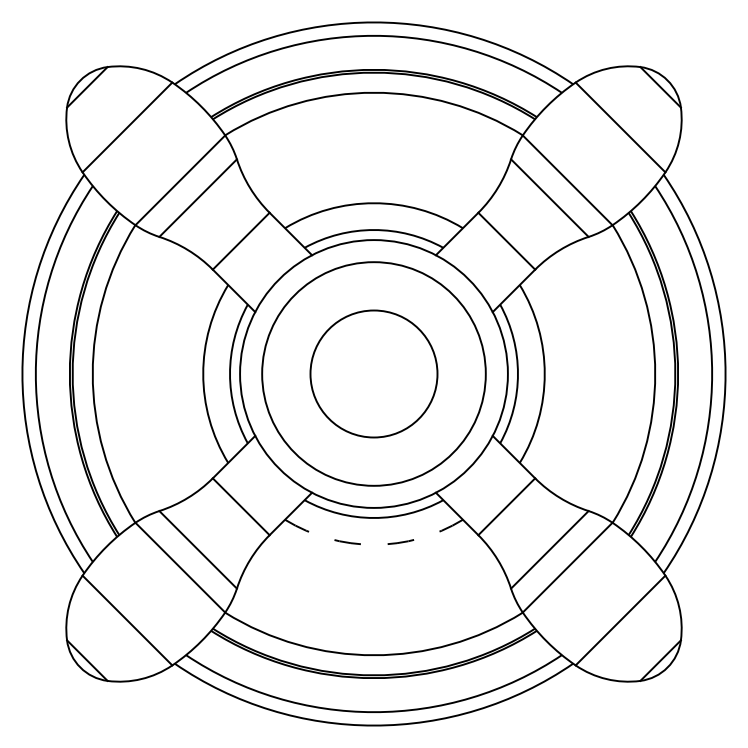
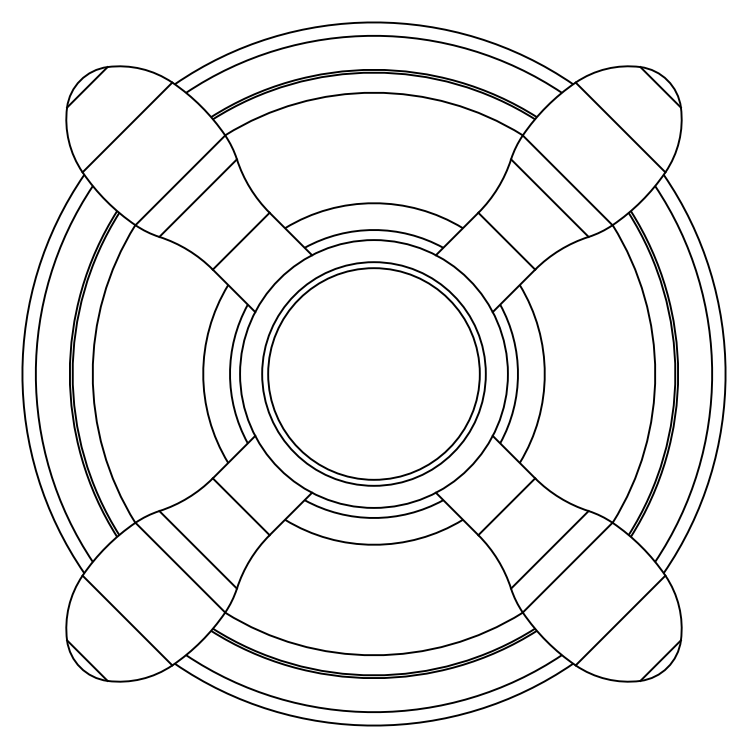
circle at (373, 373) diameter: 127 px -> 212 px
arc at (373, 544): dashed -> solid
